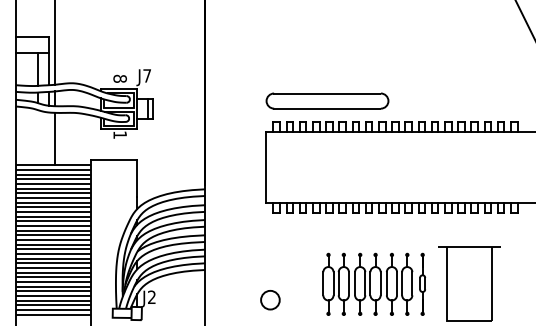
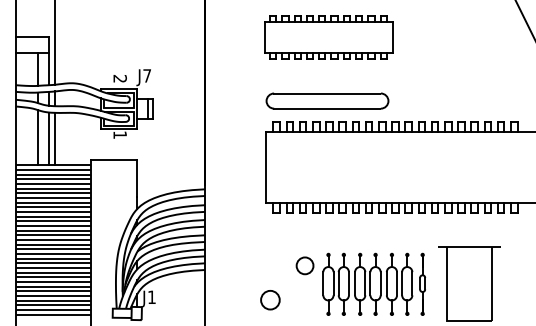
part at (328, 37): none -> present
text at (119, 78): 8 -> 2
line at (38, 137): none -> present
line at (49, 138): none -> present
circle at (304, 265): none -> present
text at (151, 296): J2 -> J1
